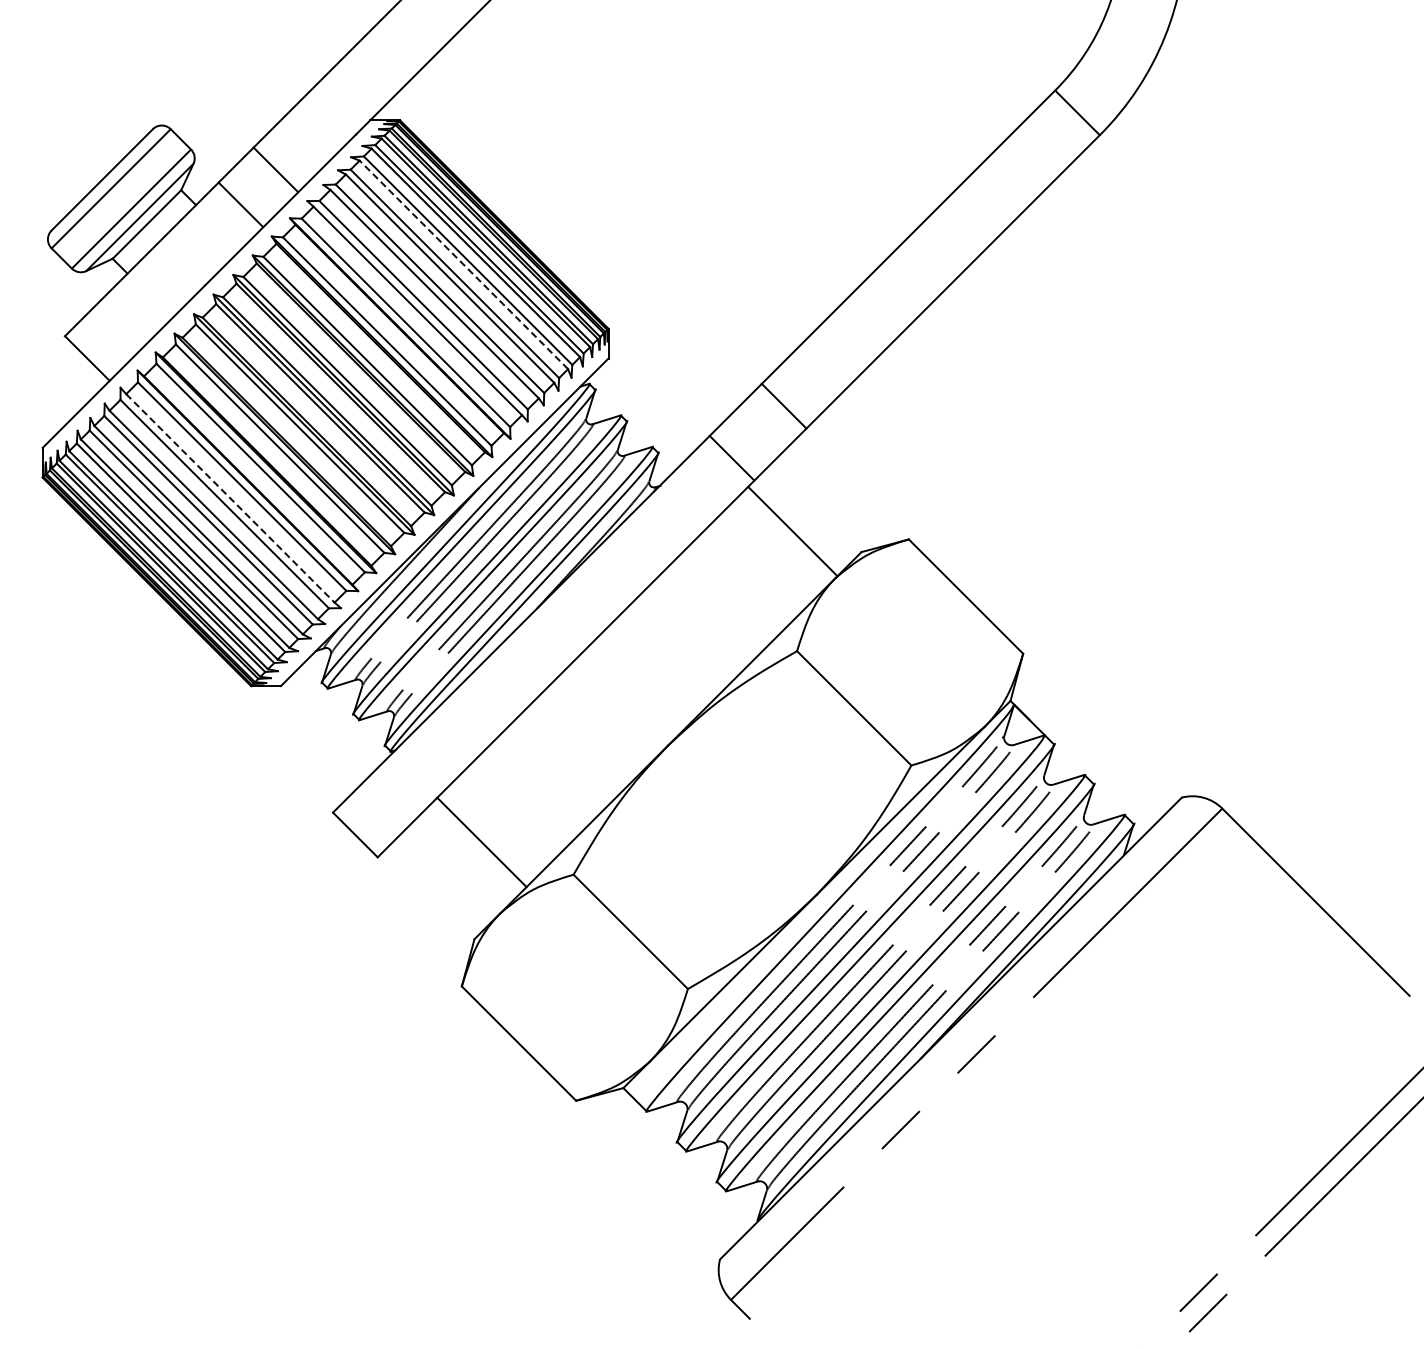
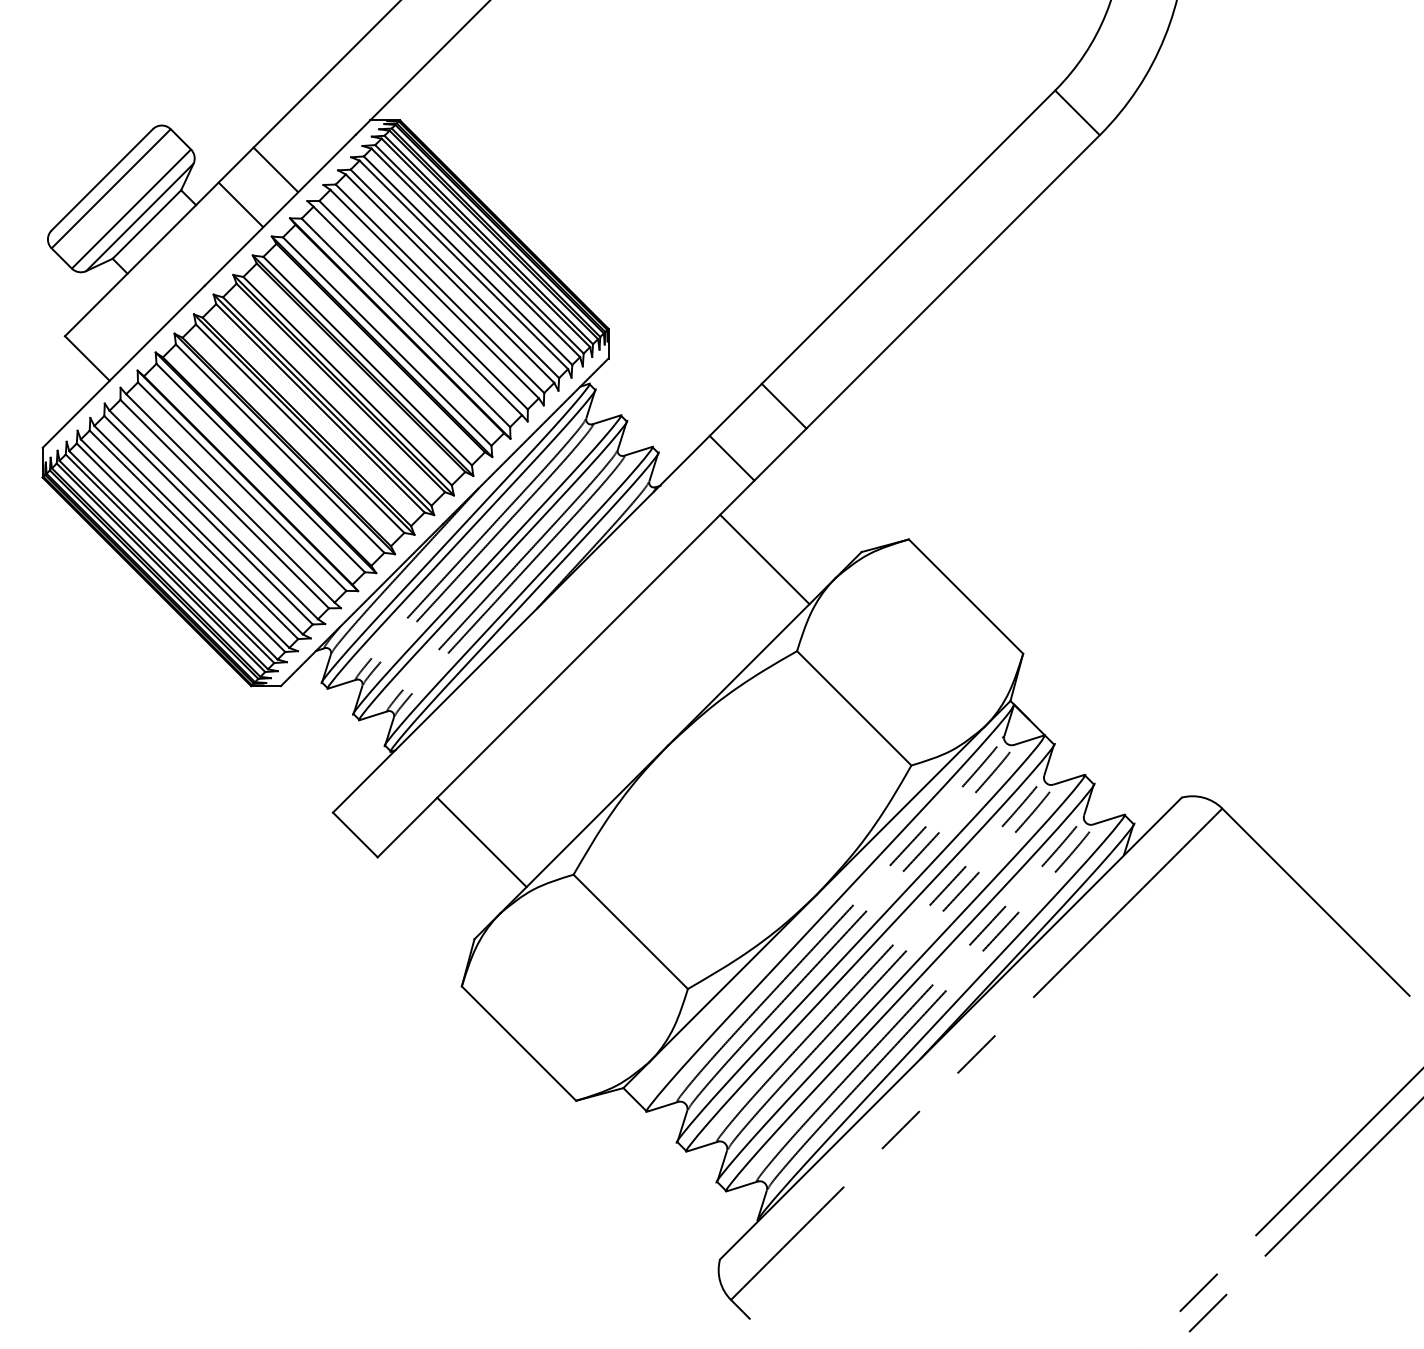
line at (463, 264): dashed -> solid
line at (230, 498): dashed -> solid
line at (792, 531) position: (792, 531) -> (764, 559)
